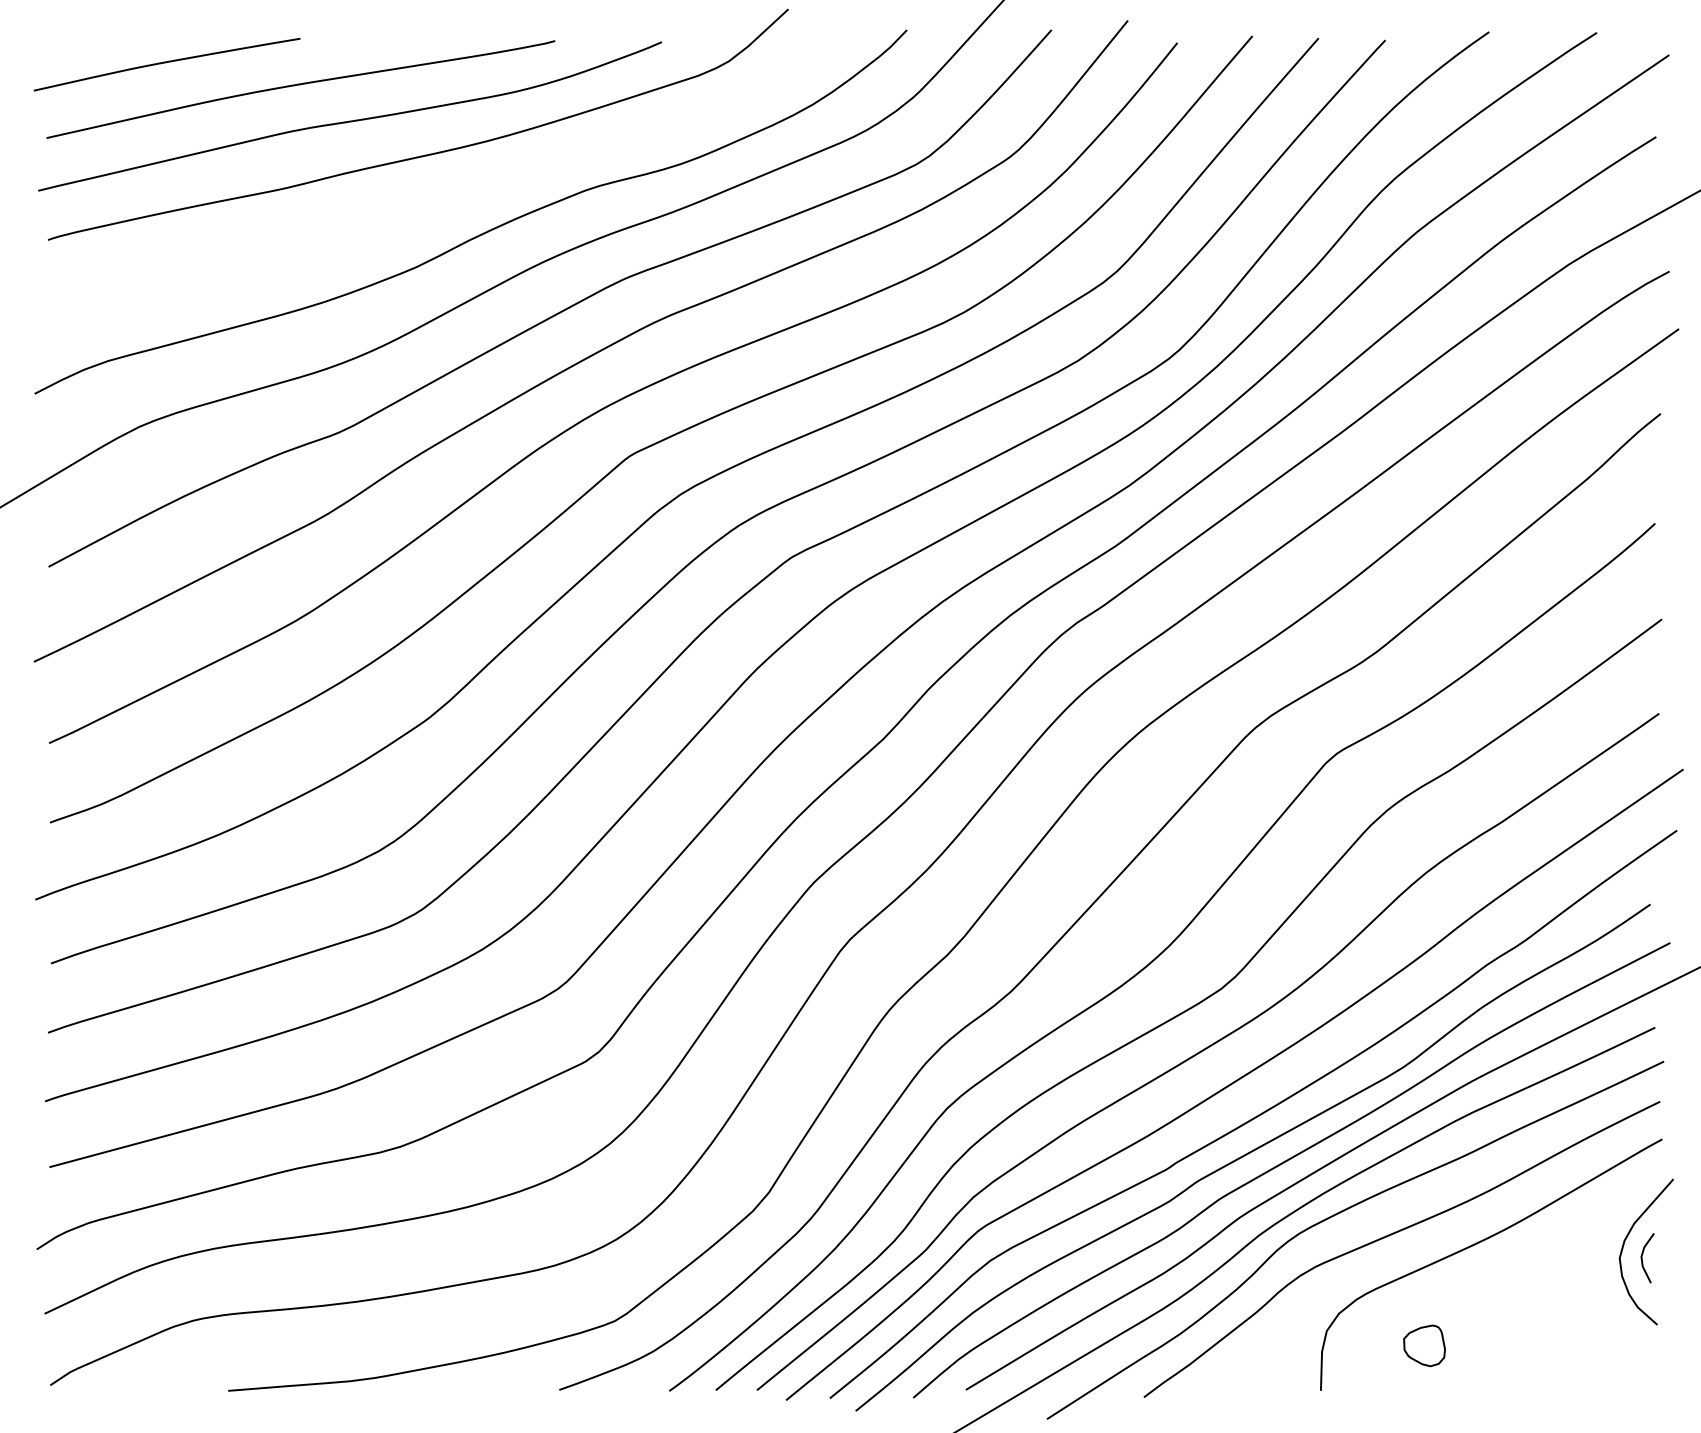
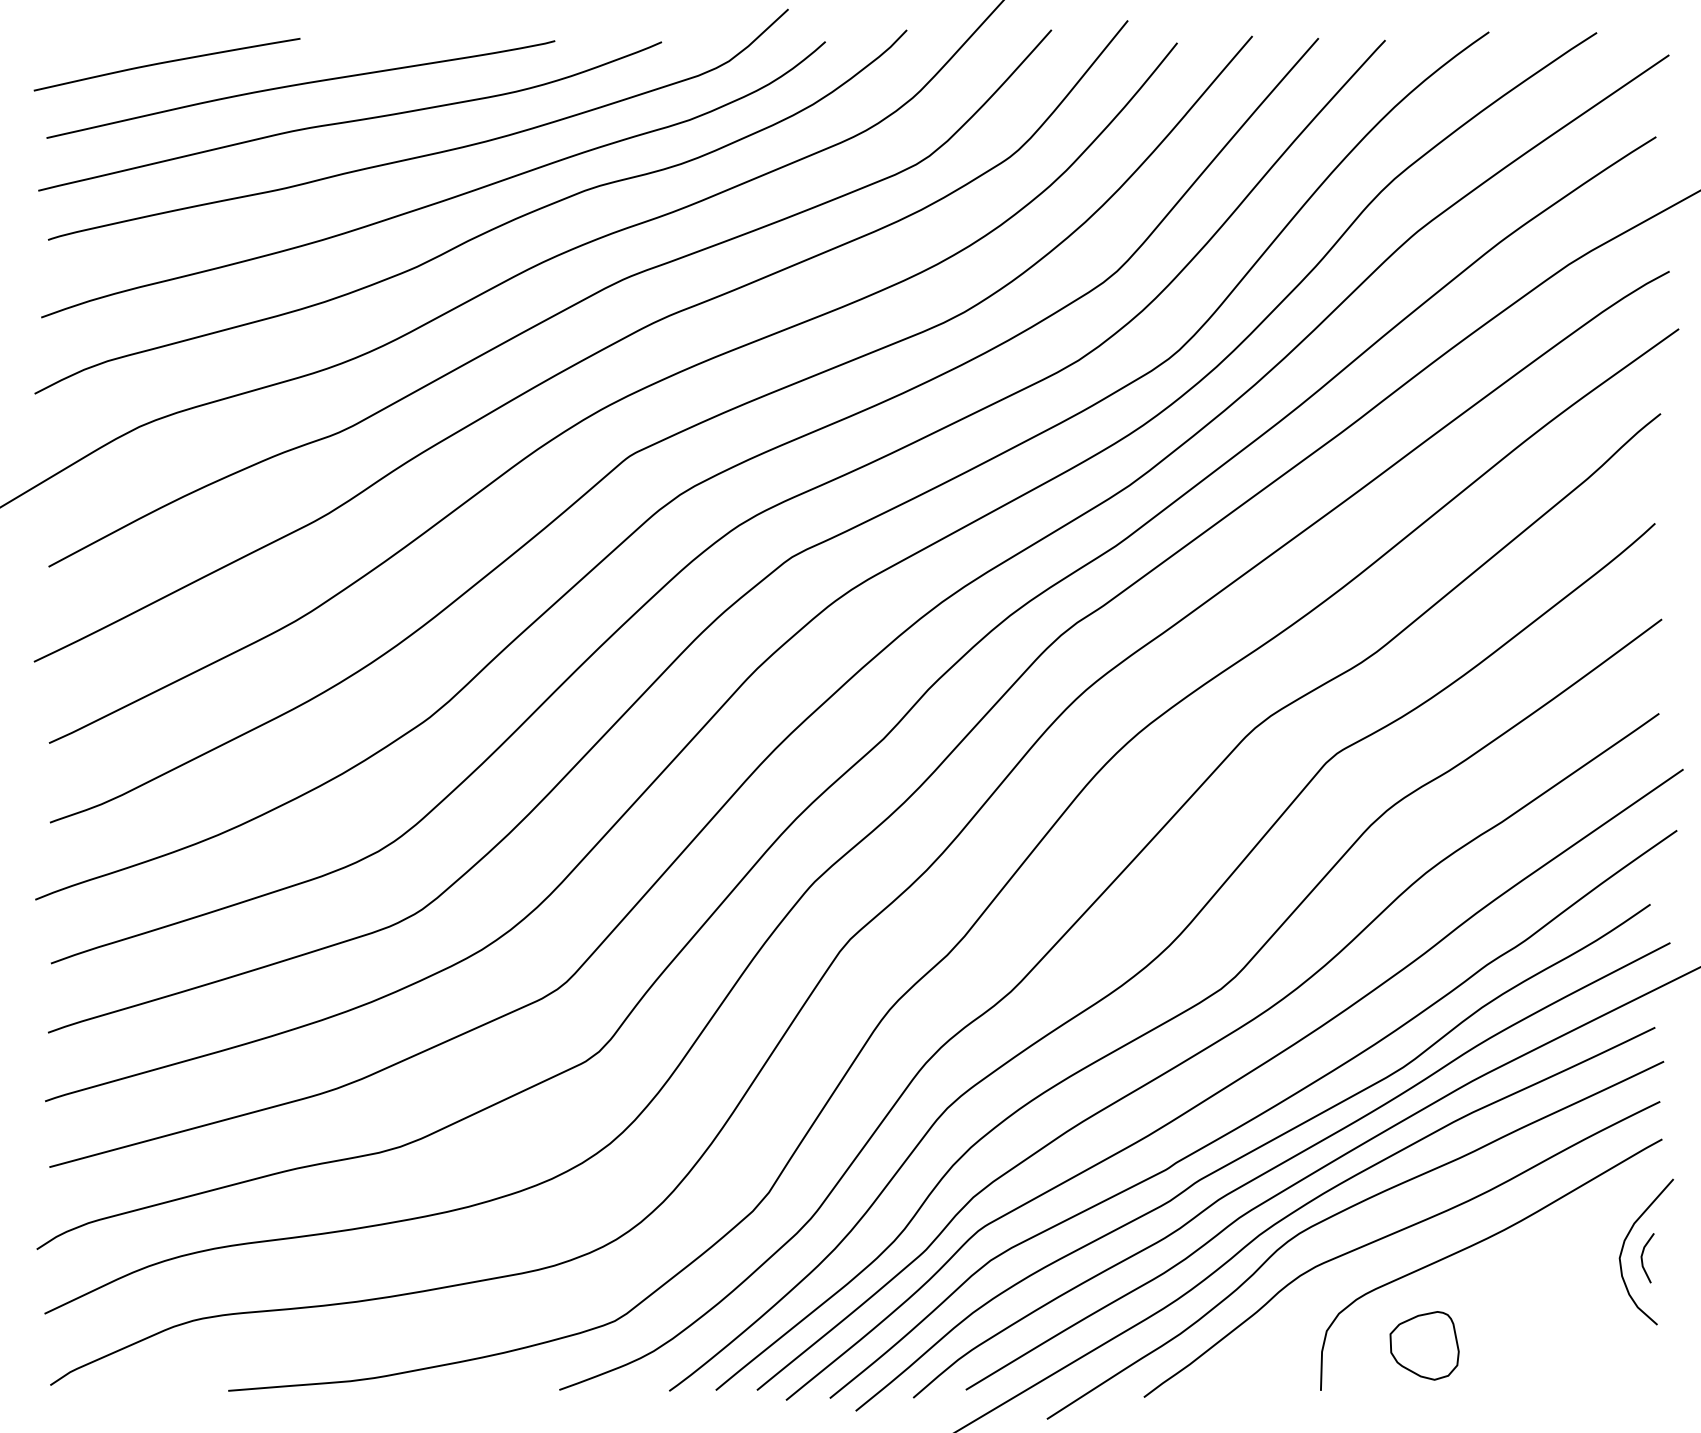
curve at (441, 200): none -> present
part at (1424, 1345) size: 43x44 px -> 71x70 px
